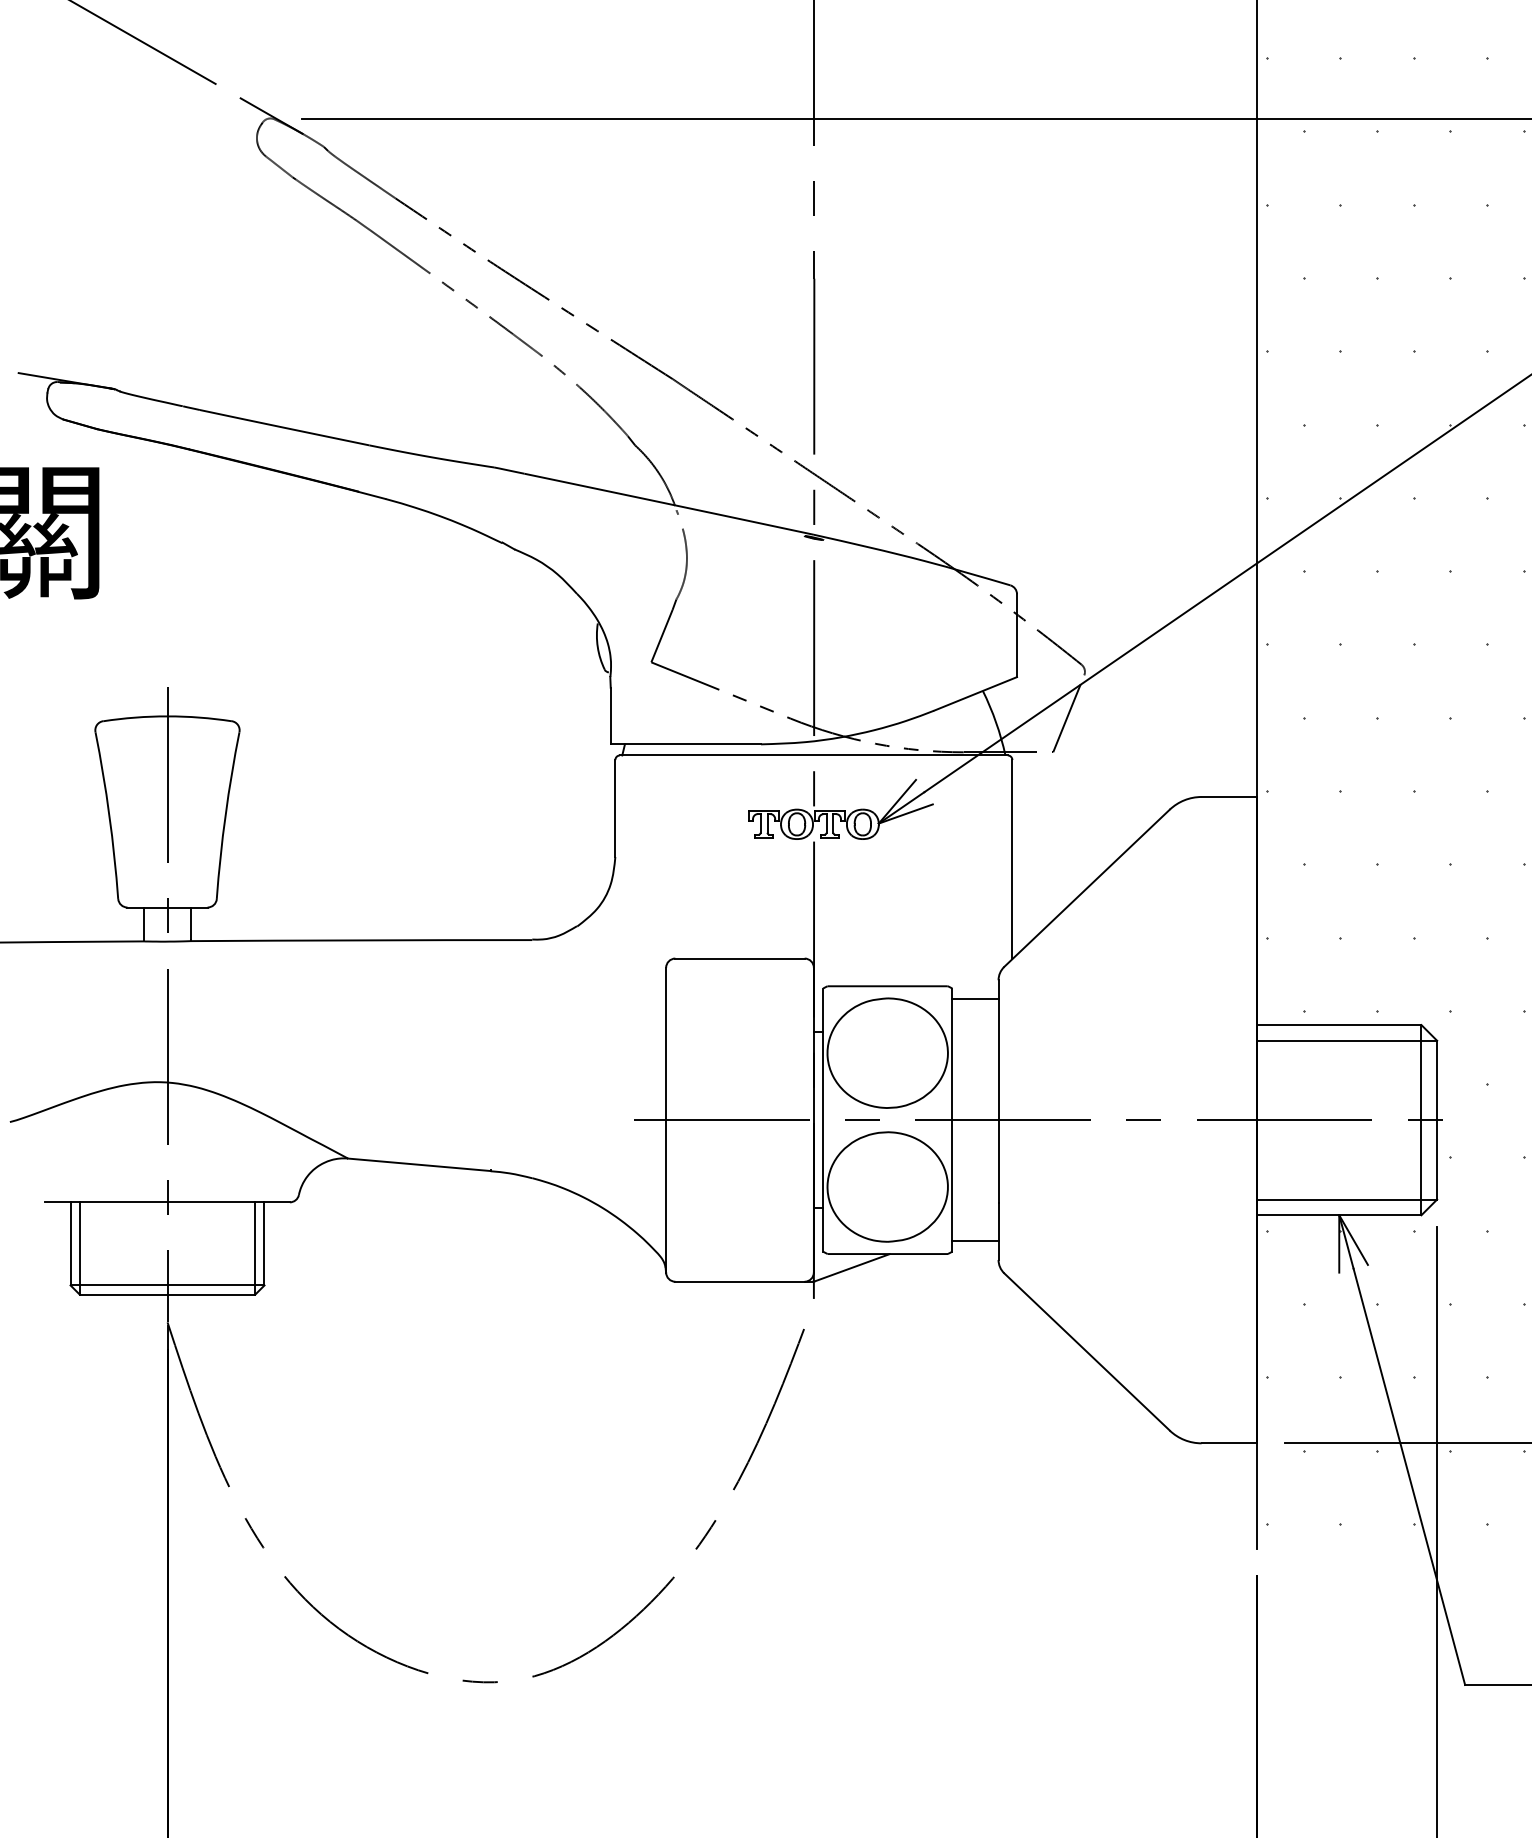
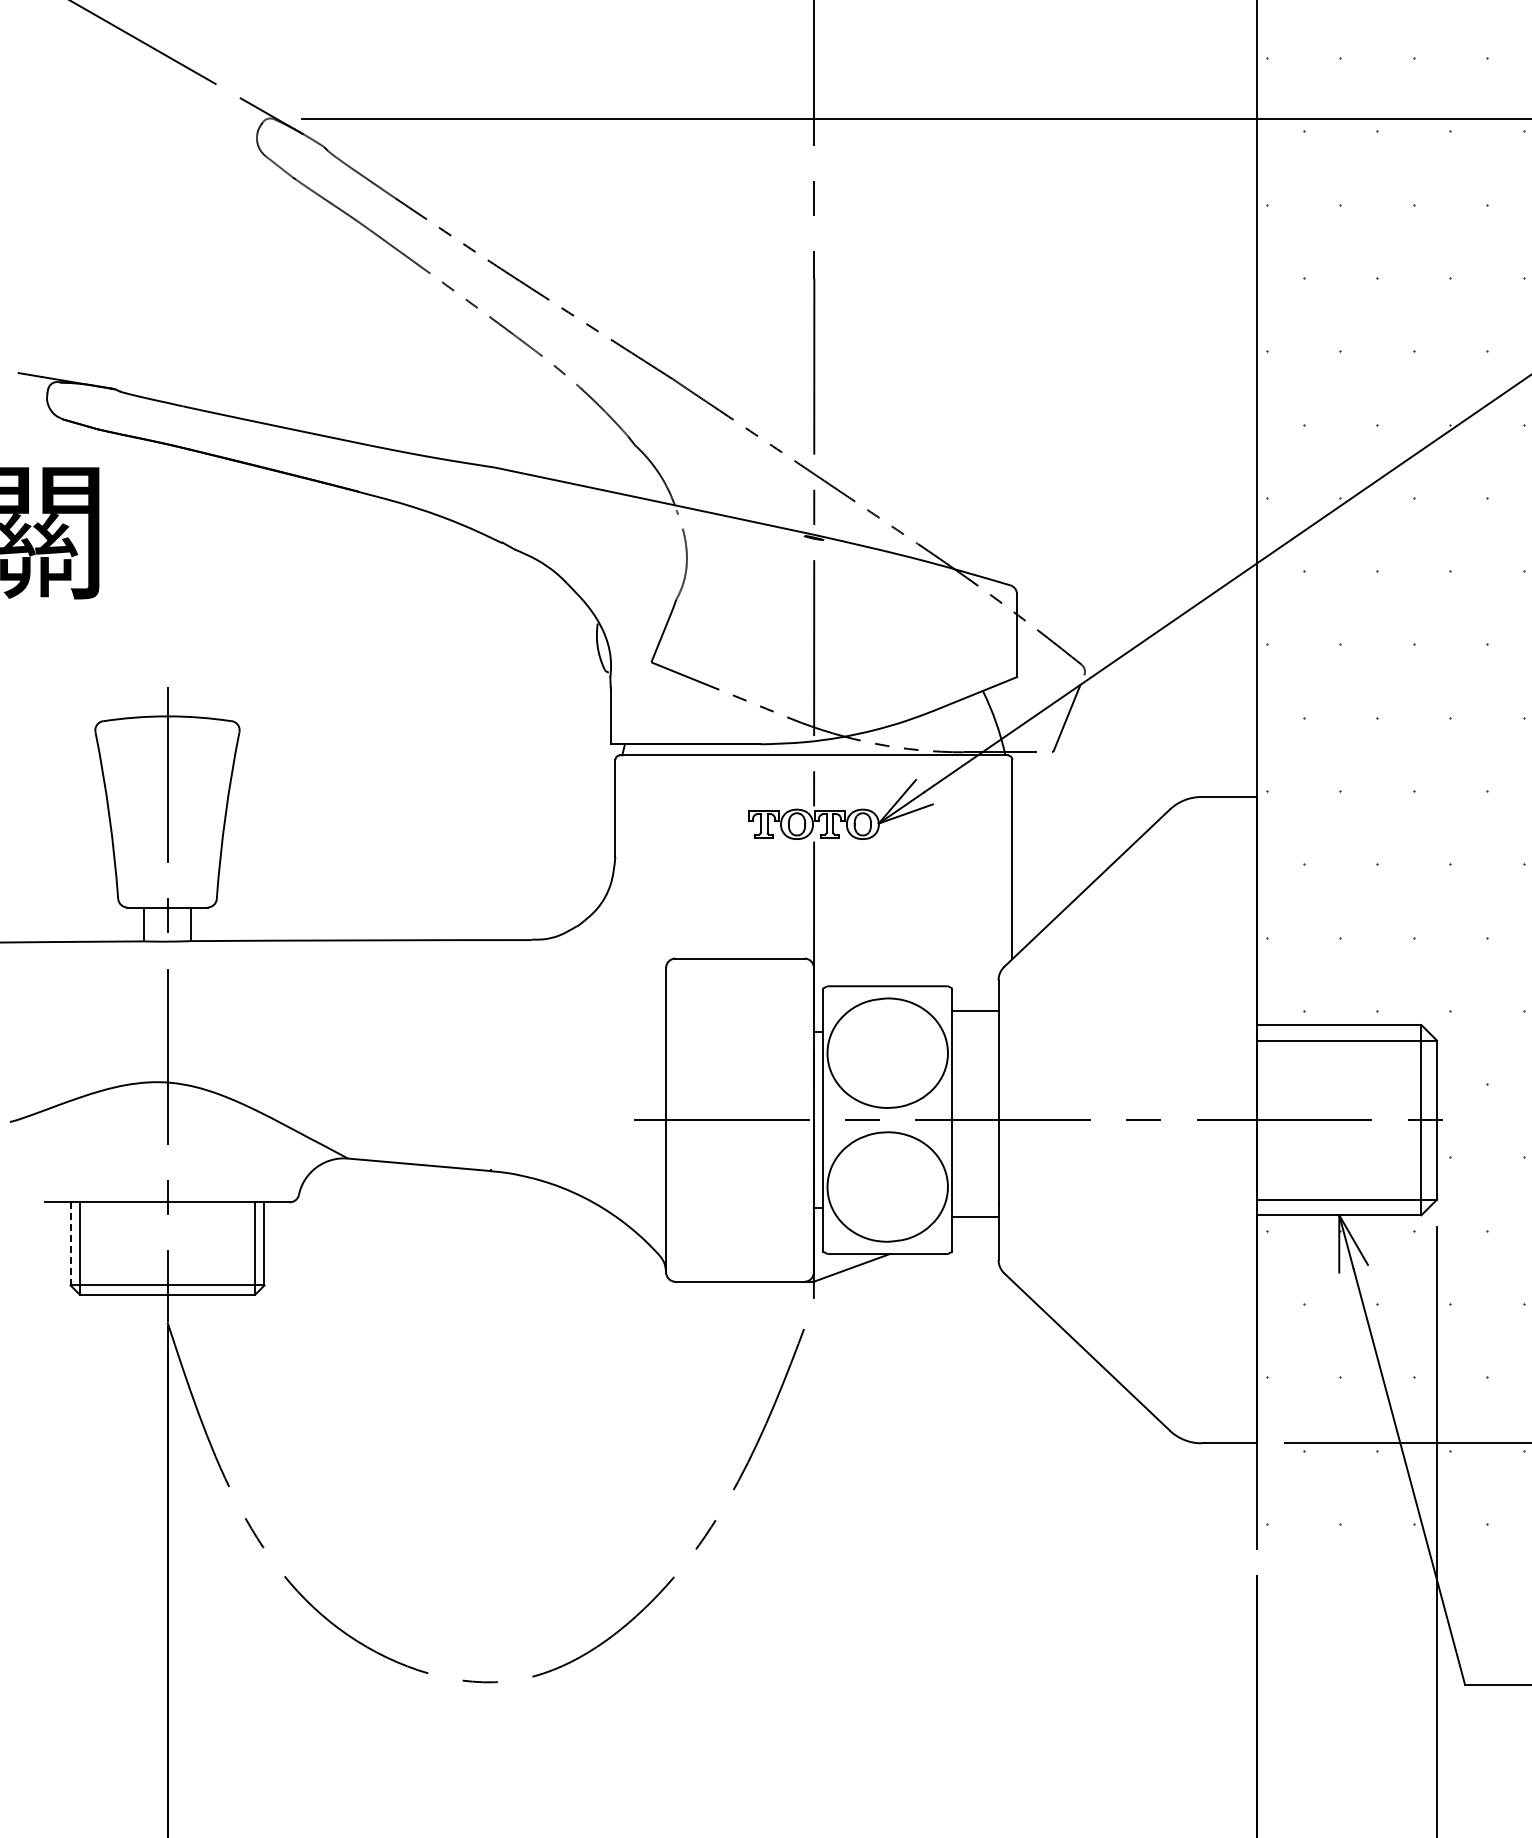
line at (975, 999) position: (975, 999) -> (975, 1011)
line at (975, 1241) position: (975, 1241) -> (975, 1217)
line at (70, 1243): solid -> dashed
